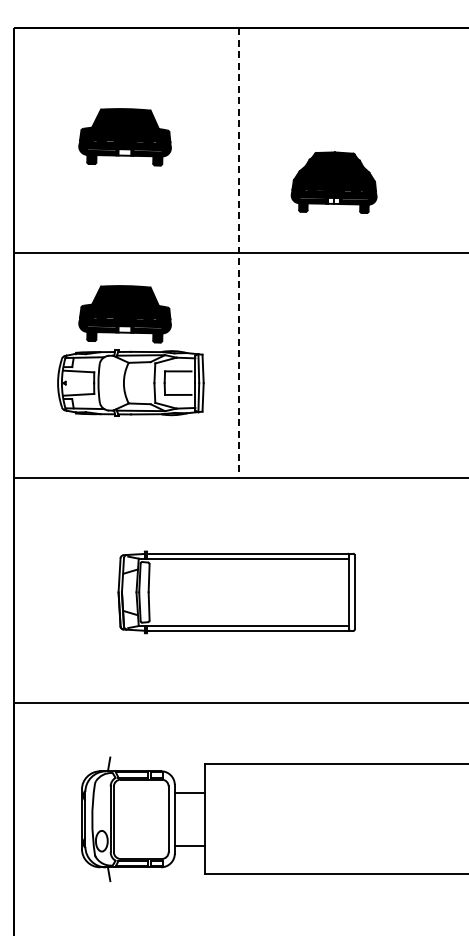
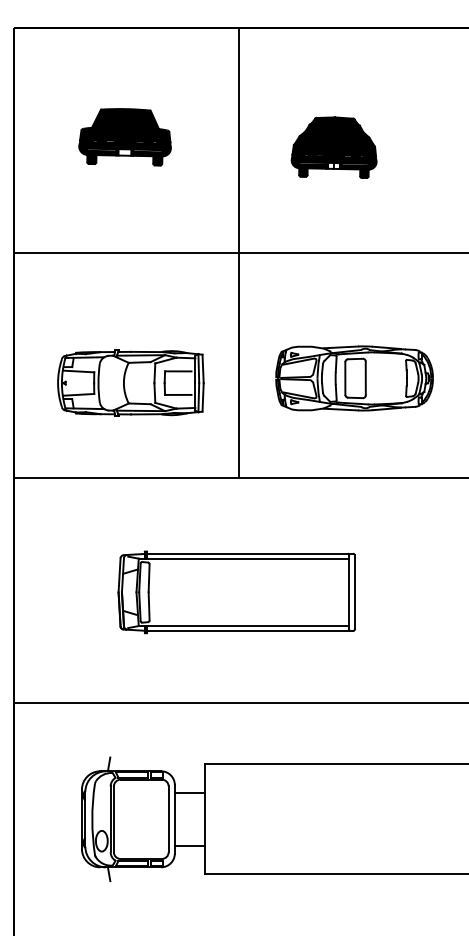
part at (333, 182) position: (333, 182) -> (333, 147)
line at (239, 253): dashed -> solid
part at (124, 314): present -> none
part at (354, 378): none -> present
